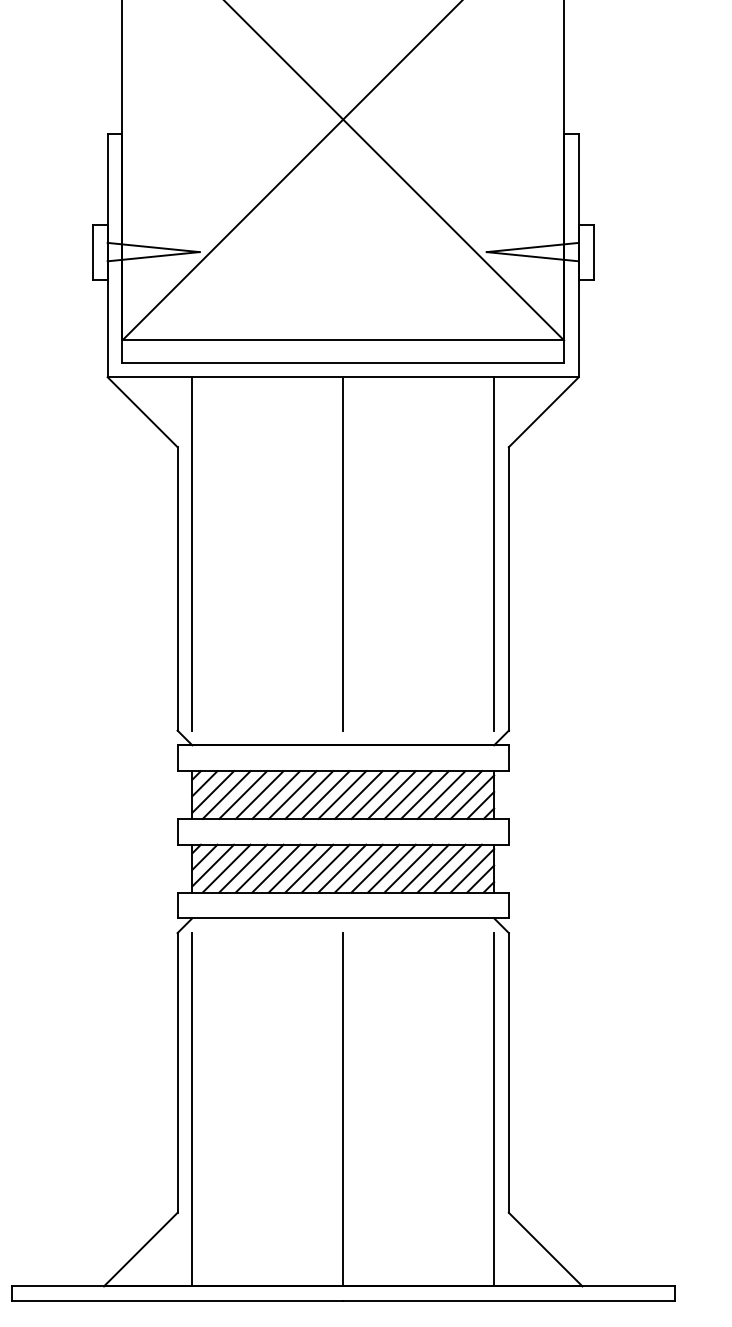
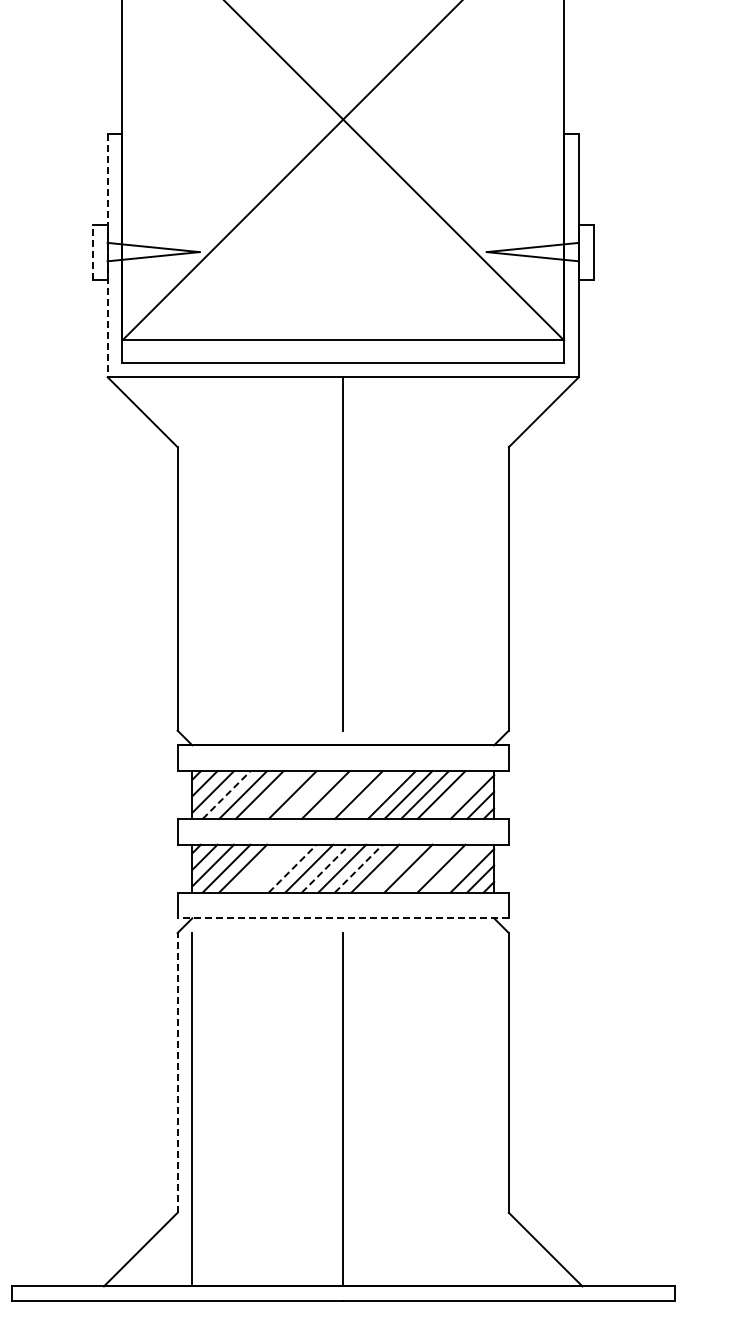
line at (92, 252): solid -> dashed
line at (107, 256): solid -> dashed
line at (192, 553): present -> none
line at (494, 553): present -> none
line at (276, 794): present -> none
line at (309, 794): present -> none
line at (342, 794): present -> none
line at (375, 794): present -> none
line at (458, 794): present -> none
line at (226, 795): solid -> dashed
line at (259, 868): present -> none
line at (276, 868): present -> none
line at (292, 868): solid -> dashed
line at (325, 868): solid -> dashed
line at (358, 868): solid -> dashed
line at (391, 868): present -> none
line at (424, 868): present -> none
line at (458, 868): present -> none
line at (343, 918): solid -> dashed
line at (177, 1072): solid -> dashed
line at (494, 1109): present -> none
